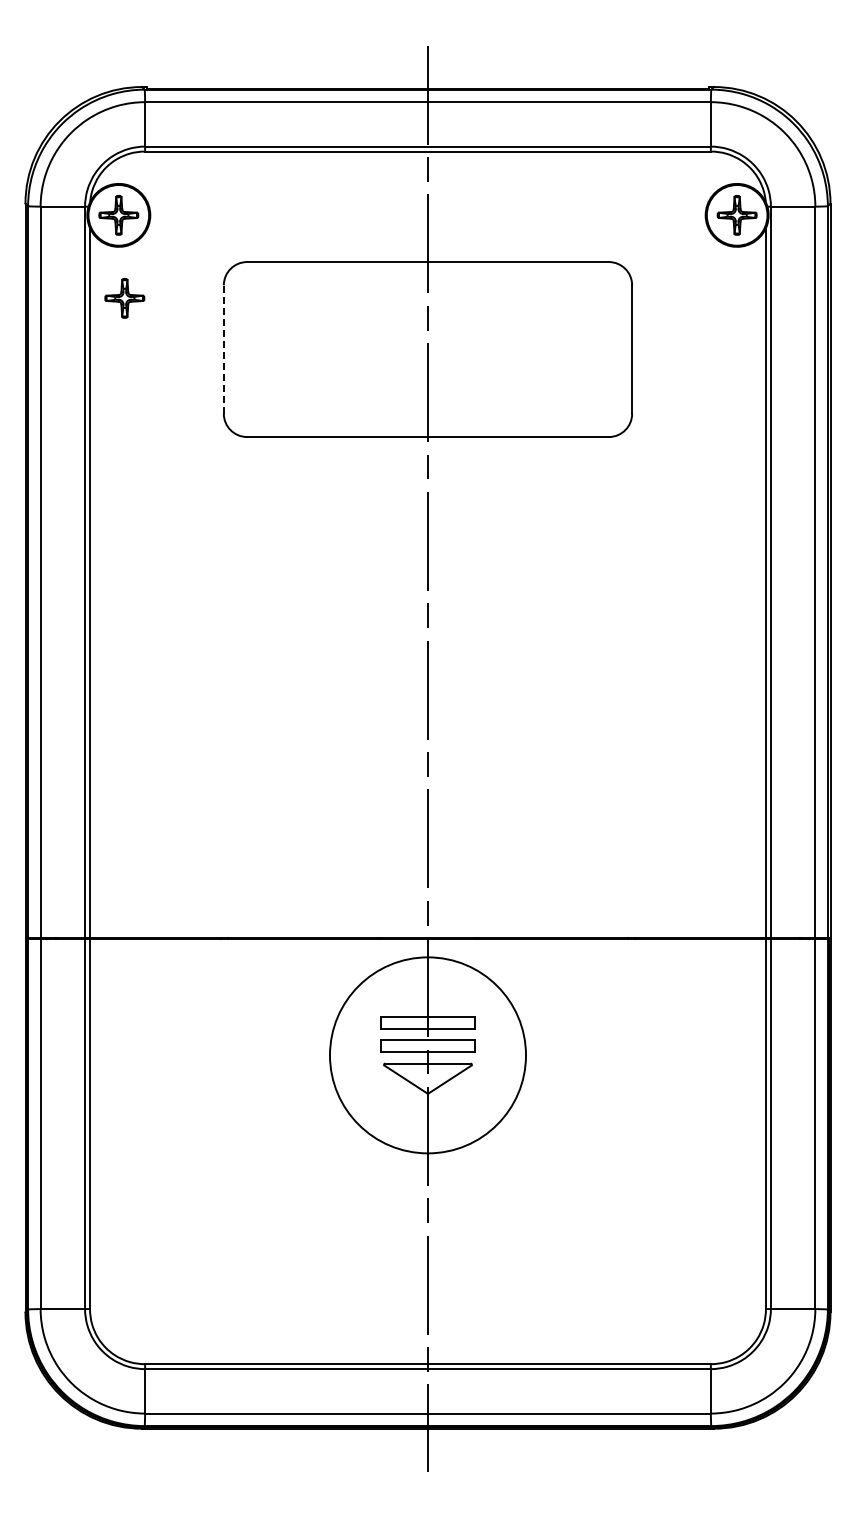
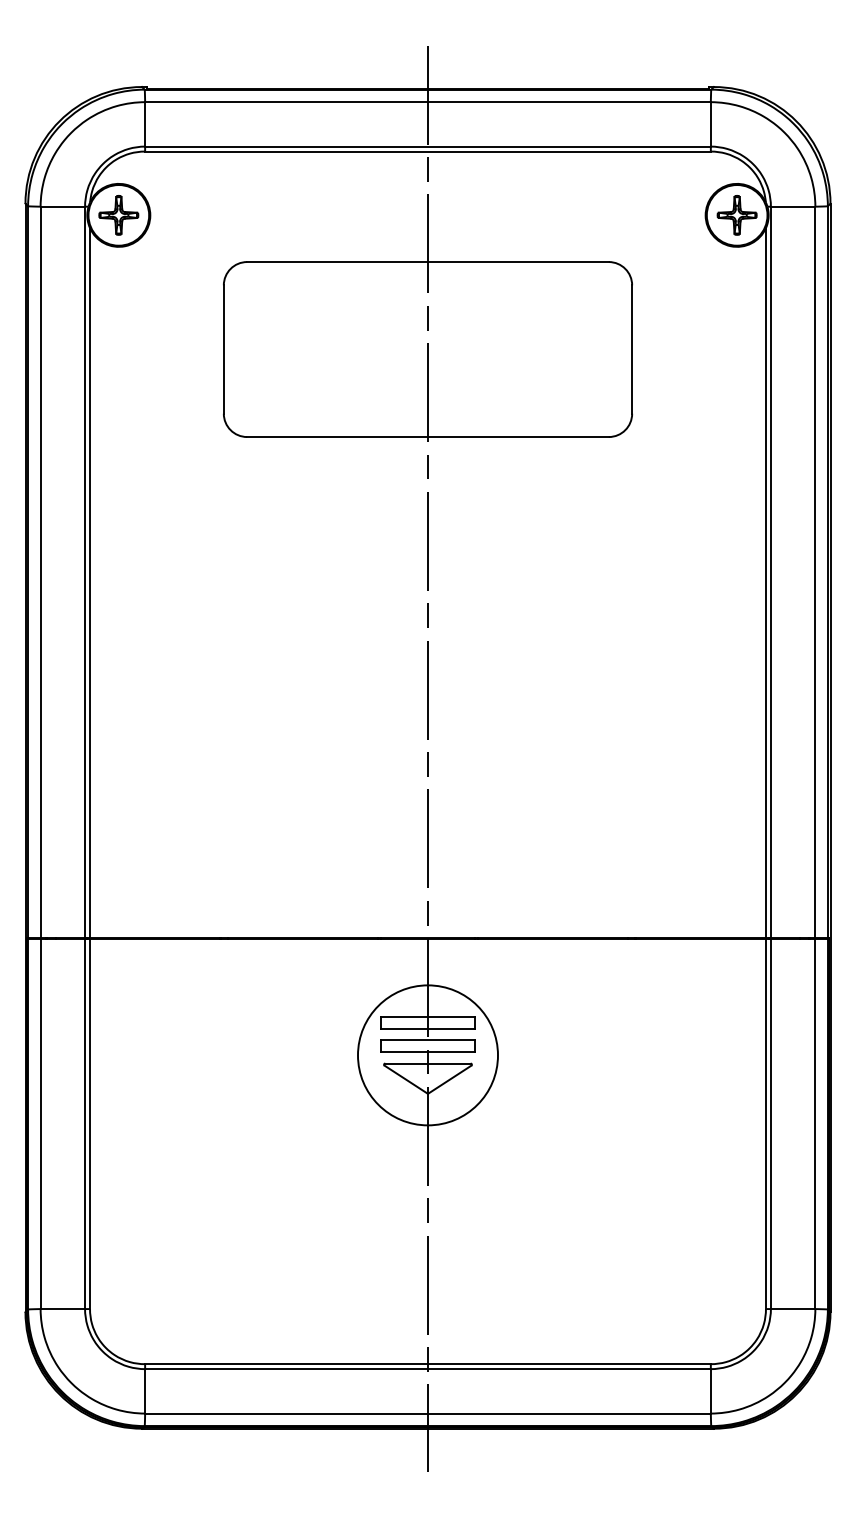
part at (124, 298): present -> none
line at (223, 349): dashed -> solid
circle at (427, 1055) diameter: 196 px -> 140 px
